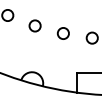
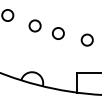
circle at (62, 33) position: (62, 33) -> (57, 33)
circle at (91, 37) position: (91, 37) -> (86, 39)
